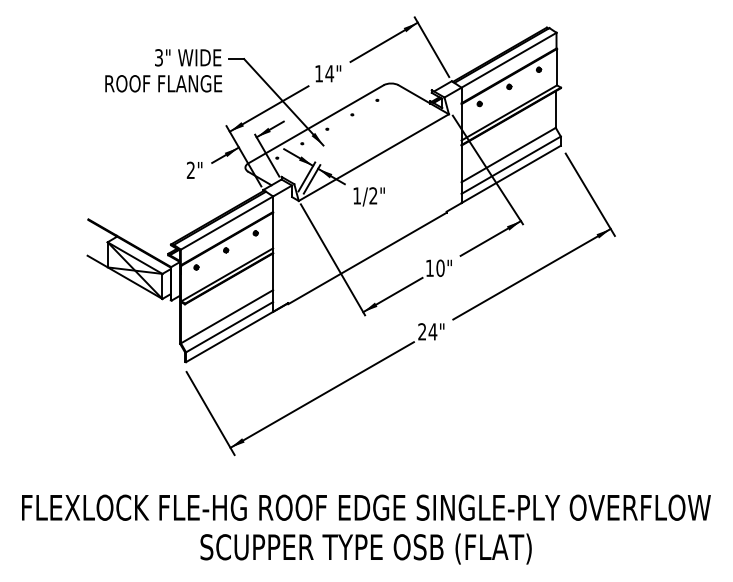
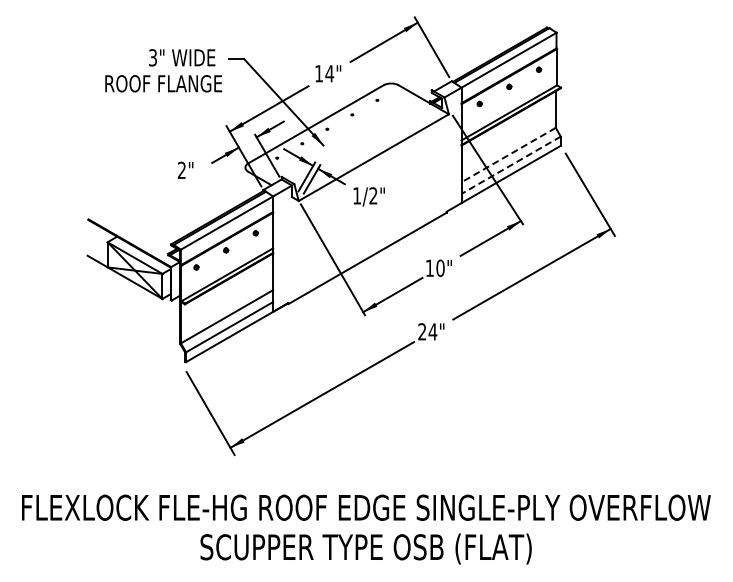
text at (188, 57) position: (188, 57) -> (182, 57)
line at (508, 155): solid -> dashed
line at (510, 165): solid -> dashed
text at (194, 169) position: (194, 169) -> (185, 169)
